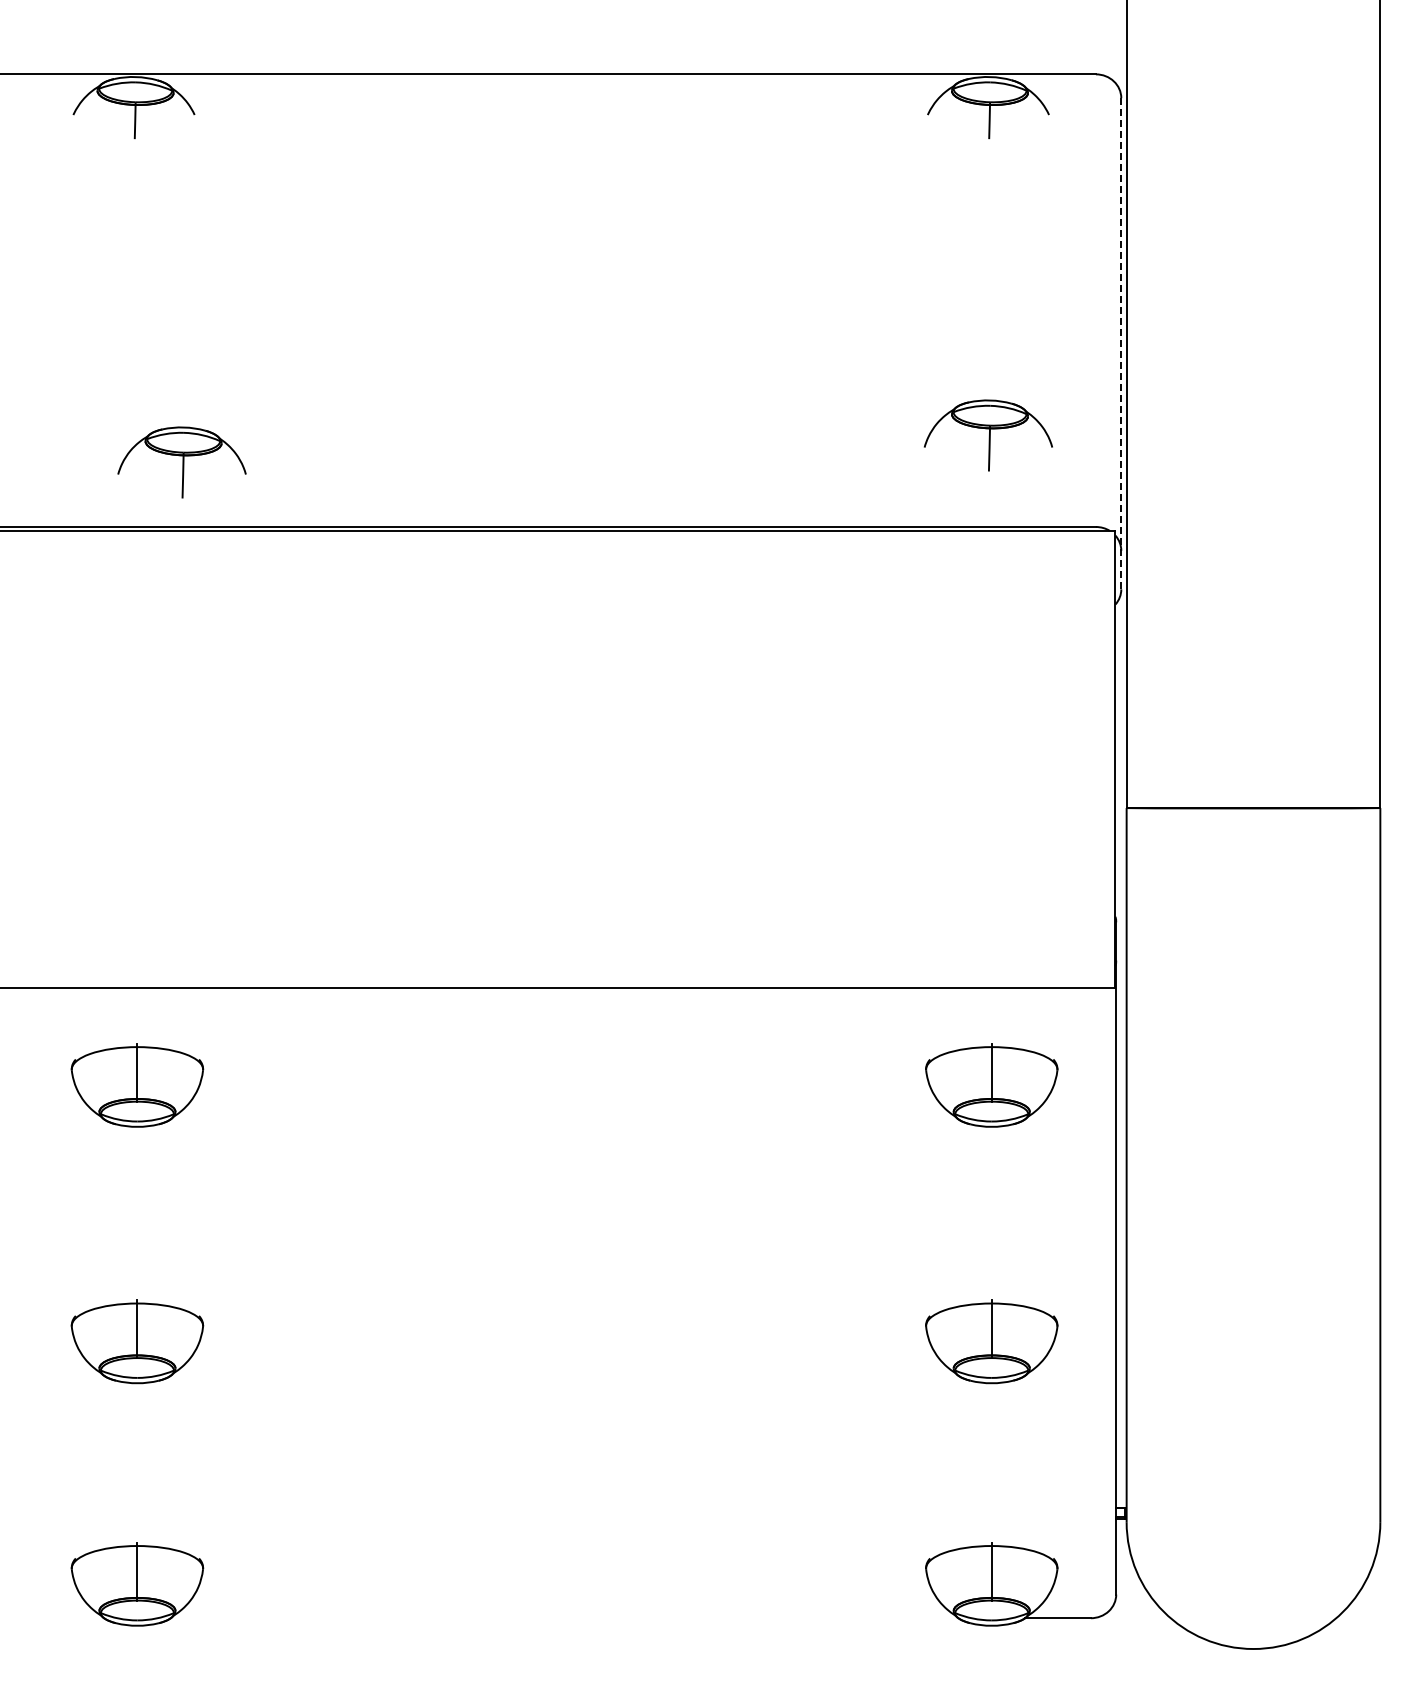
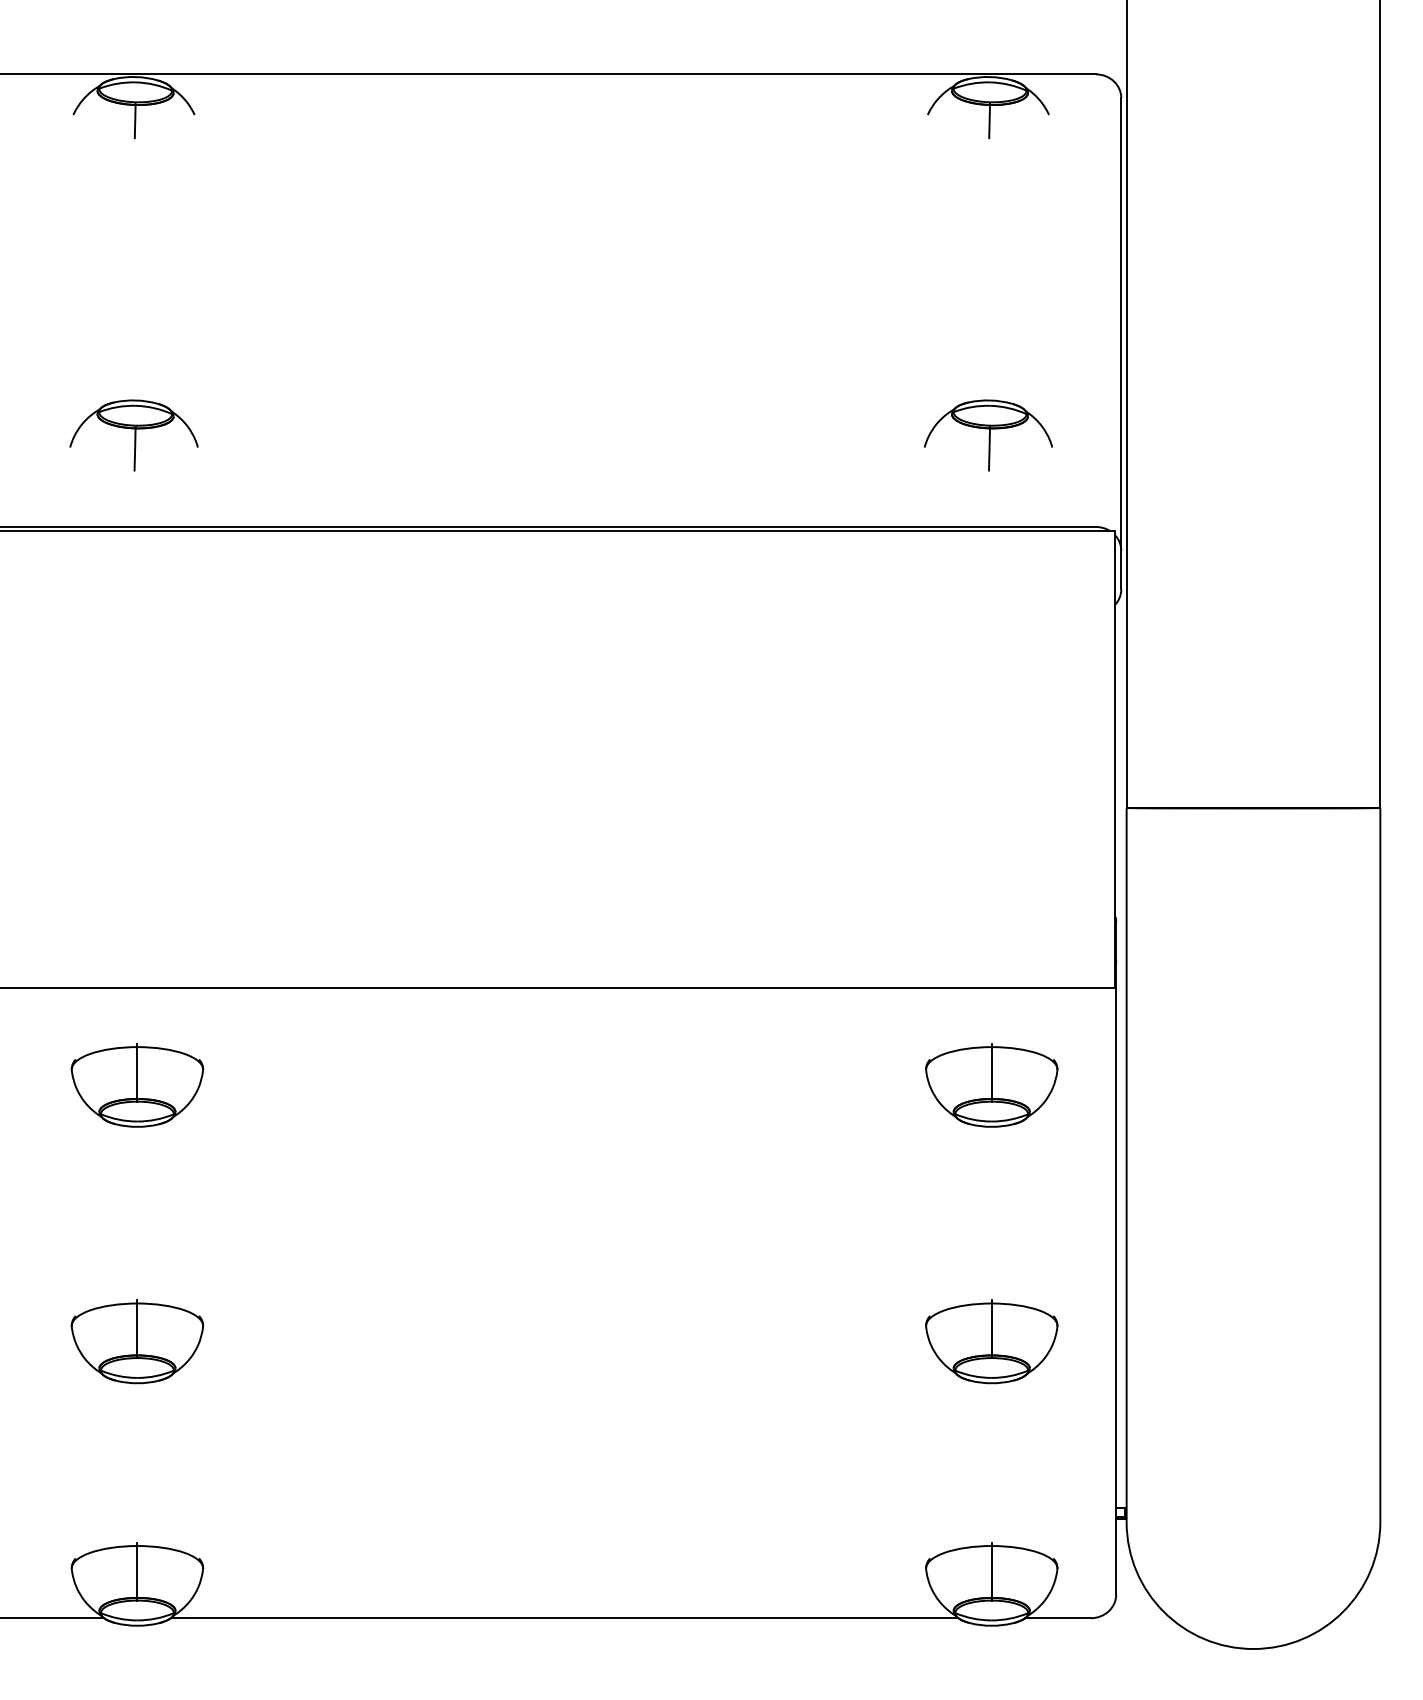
line at (1121, 343): dashed -> solid
part at (181, 462) position: (181, 462) -> (133, 435)
line at (52, 1618): none -> present
line at (564, 1618): none -> present
